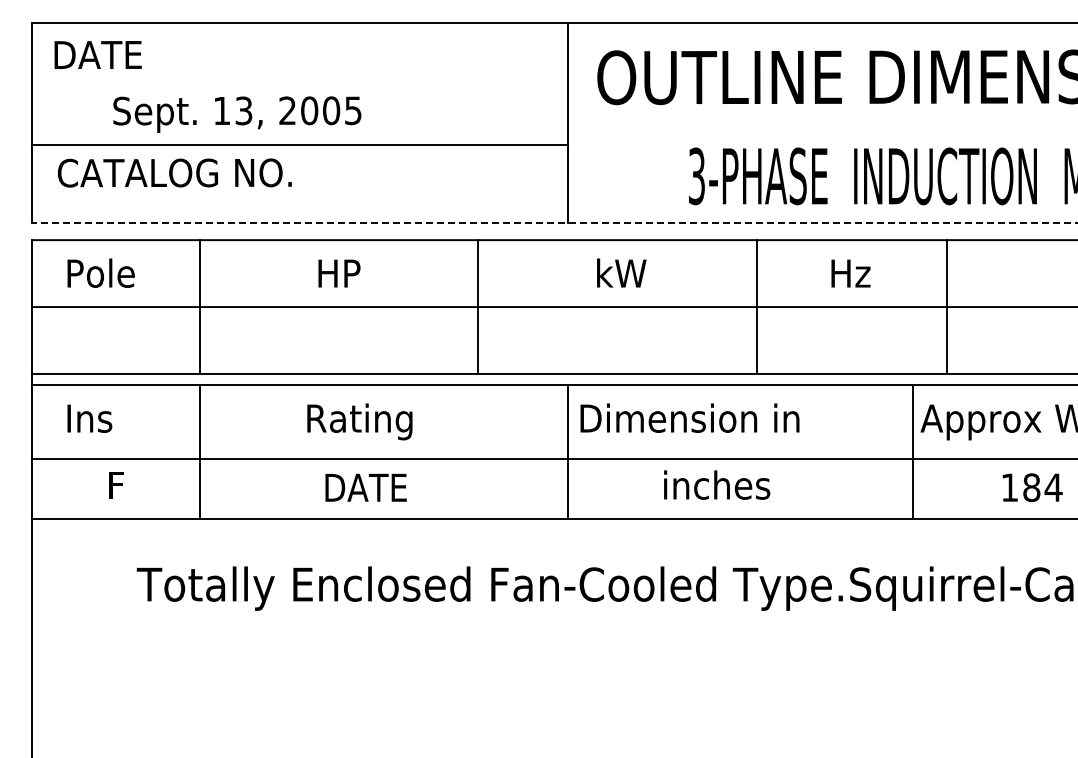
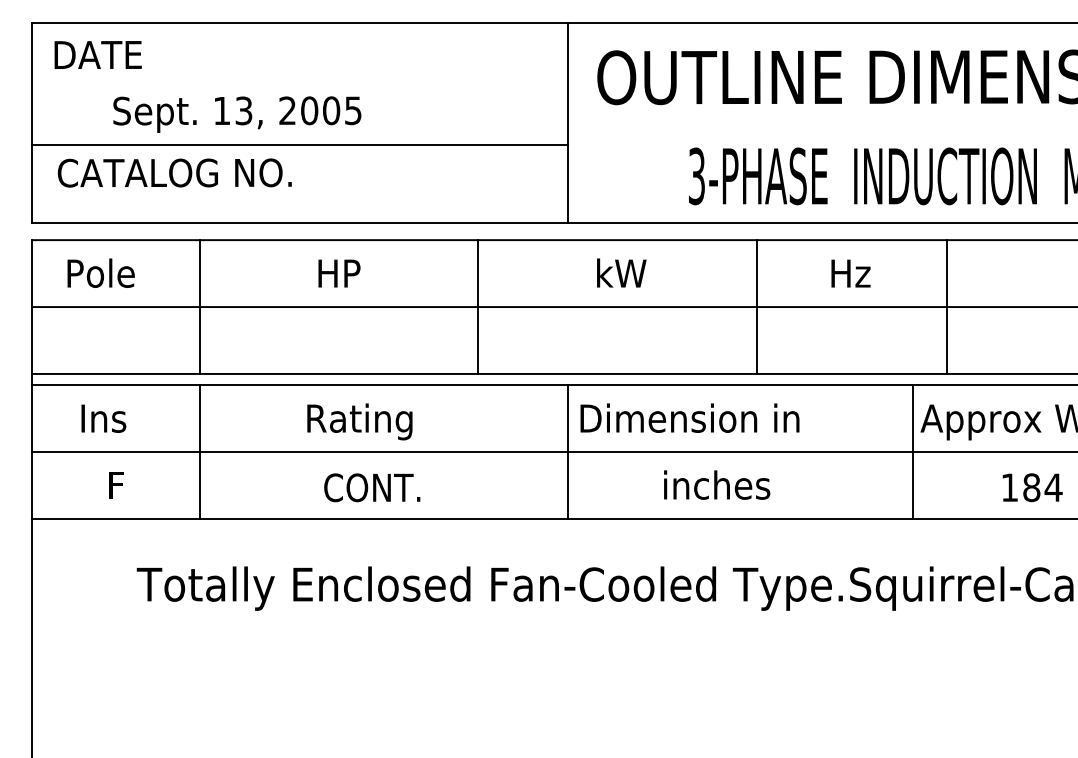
line at (554, 223): dashed -> solid
text at (89, 418) position: (89, 418) -> (103, 418)
line at (553, 459) position: (553, 459) -> (553, 452)
text at (372, 487): DATE -> CONT.
